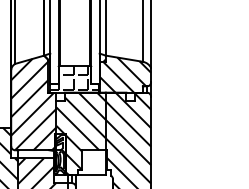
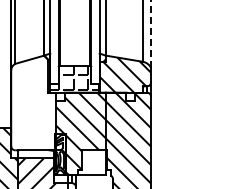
line at (151, 34): solid -> dashed
hatch at (33, 104): present -> none
